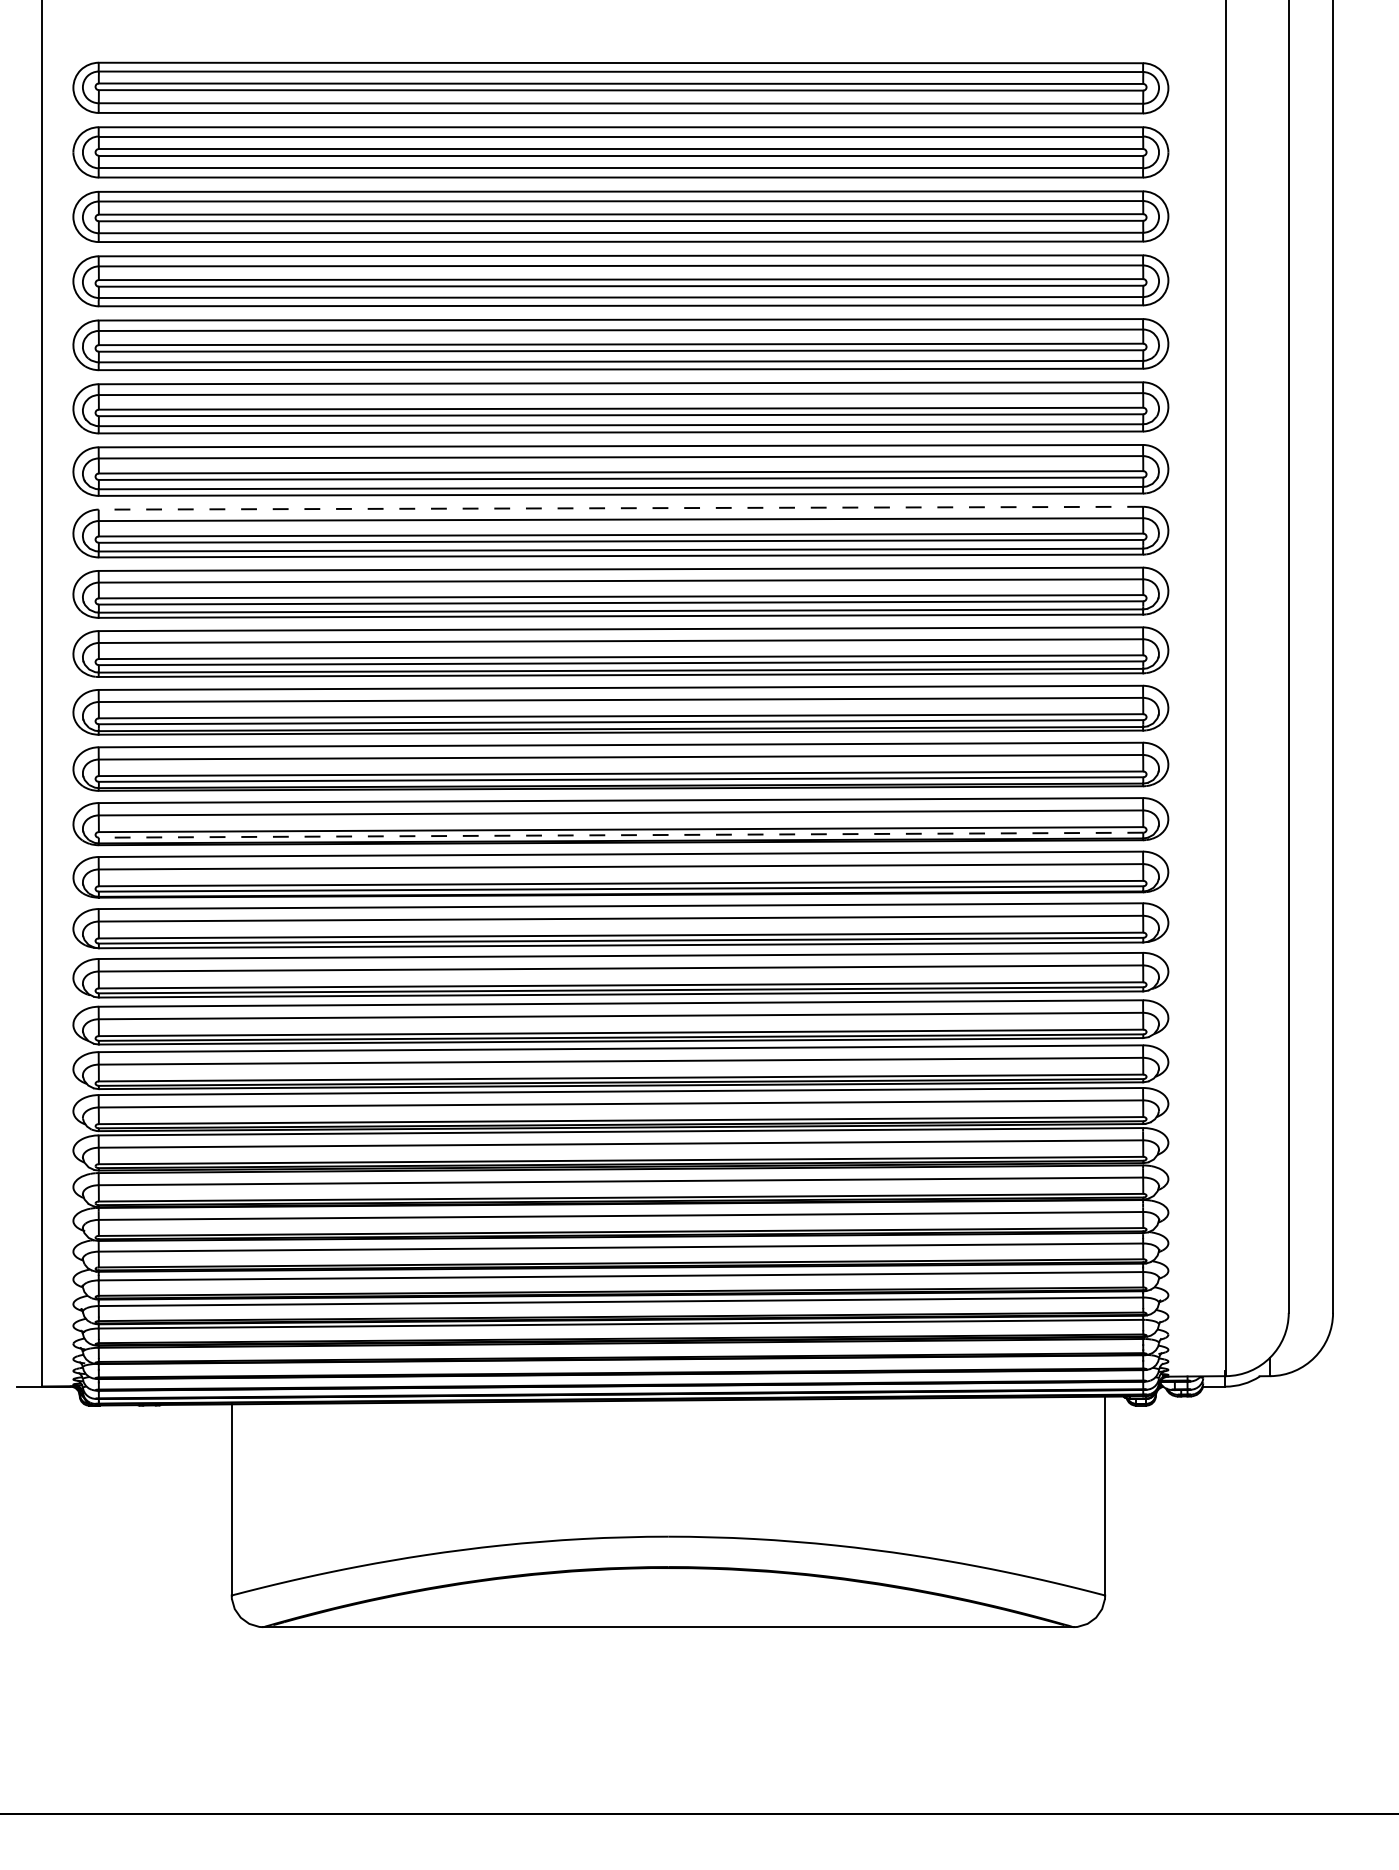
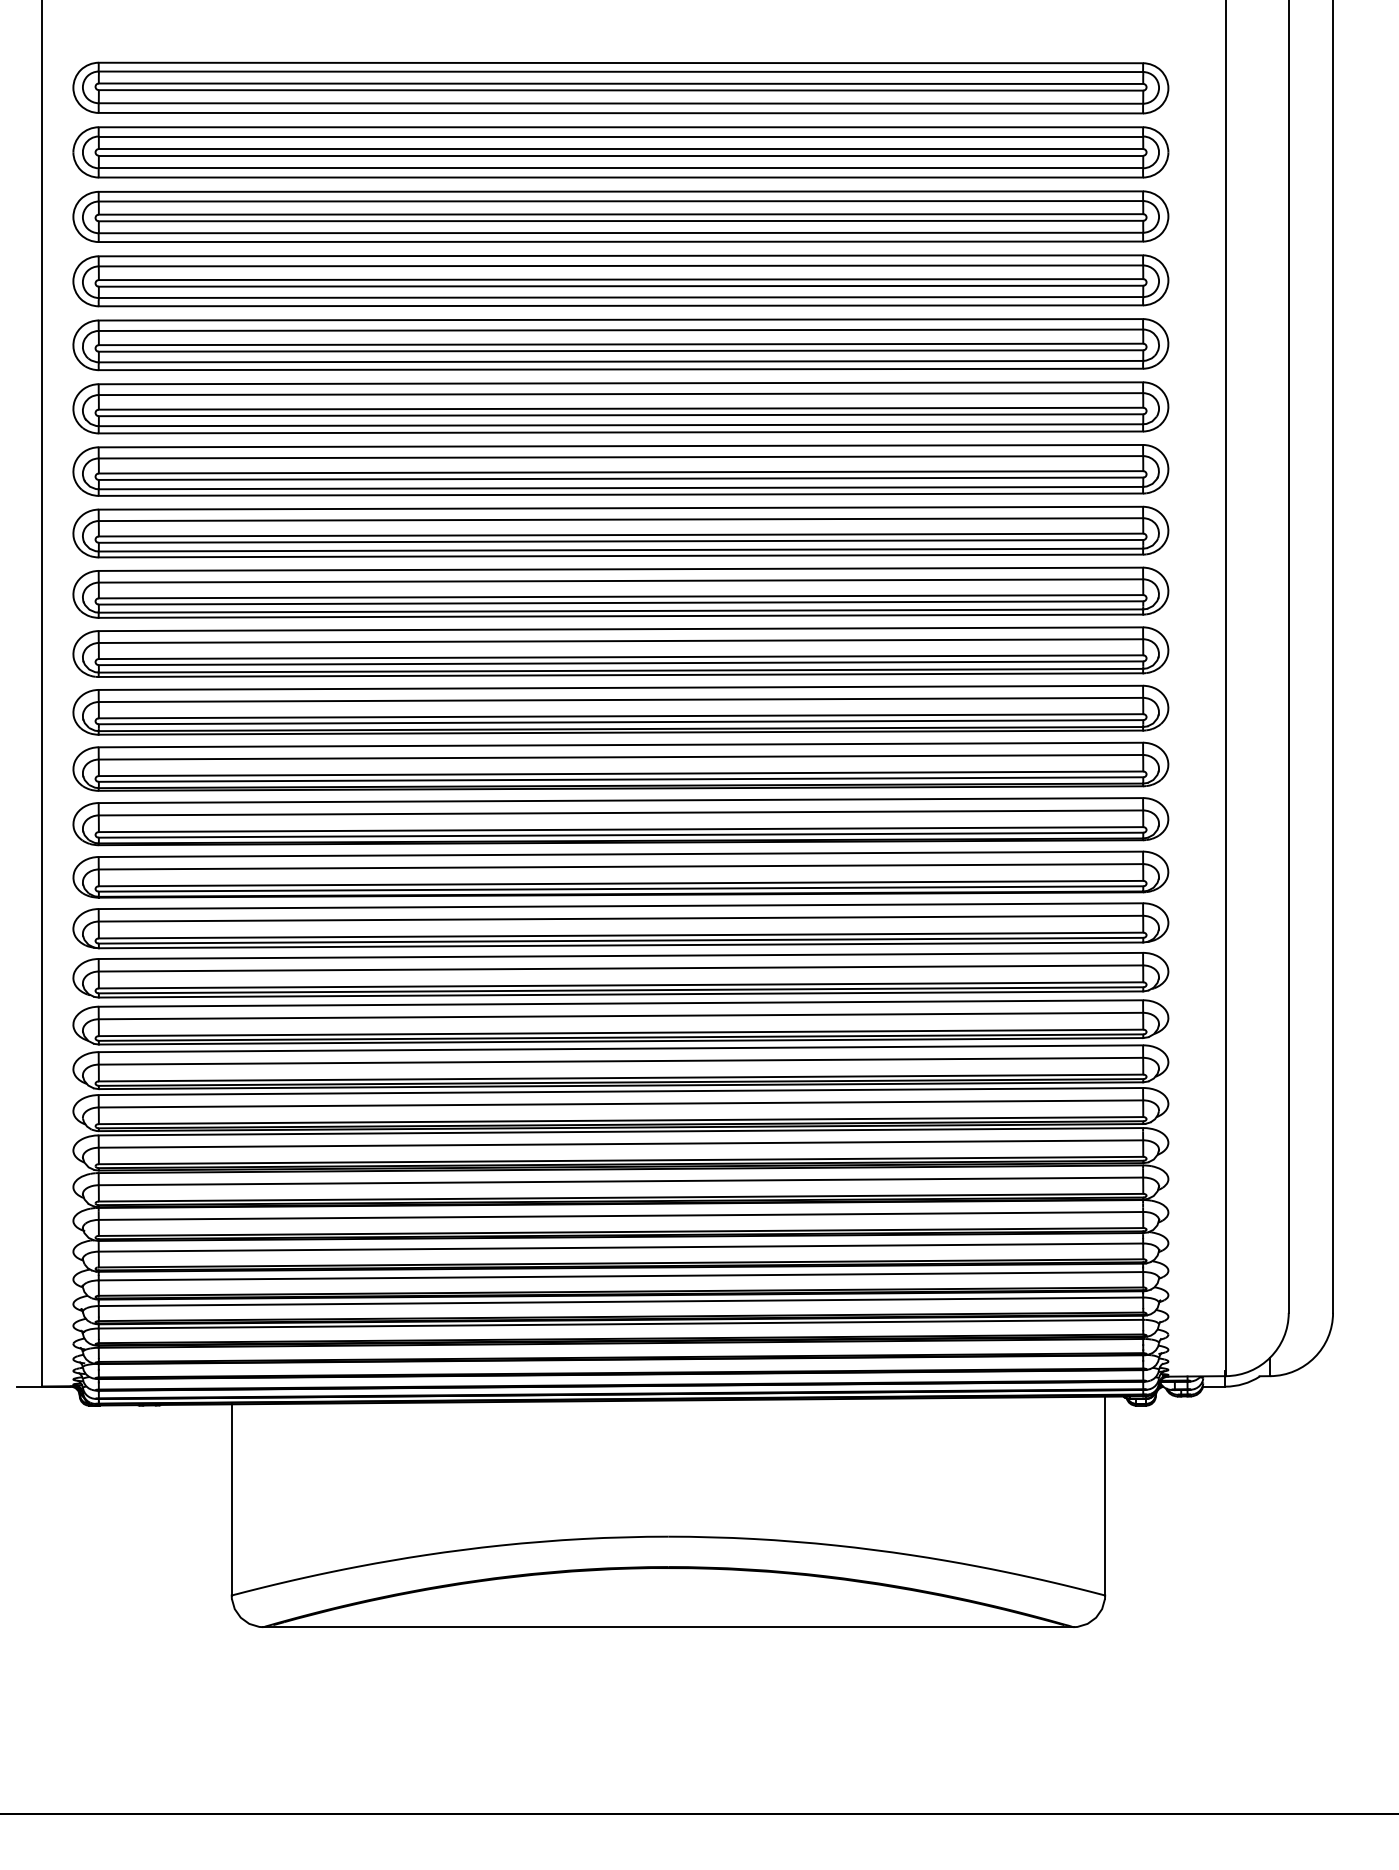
line at (620, 508): dashed -> solid
line at (620, 835): dashed -> solid
